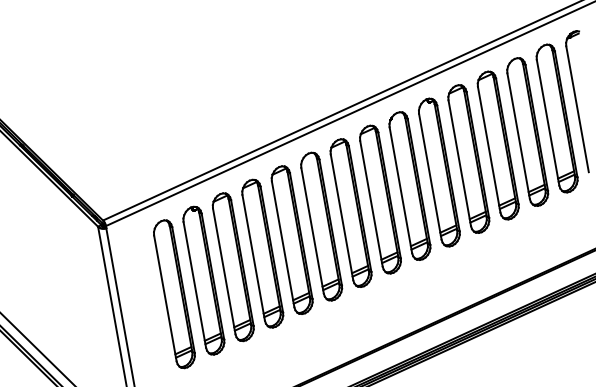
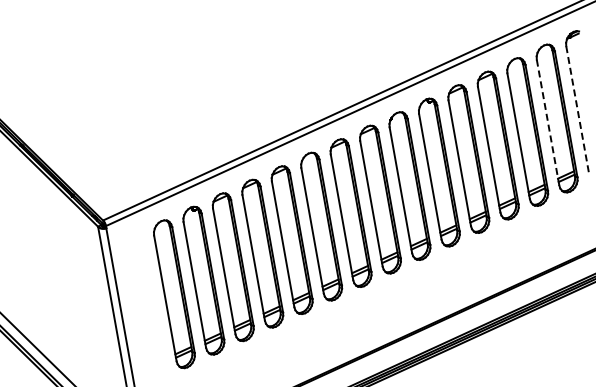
line at (577, 109): solid -> dashed
line at (548, 123): solid -> dashed
